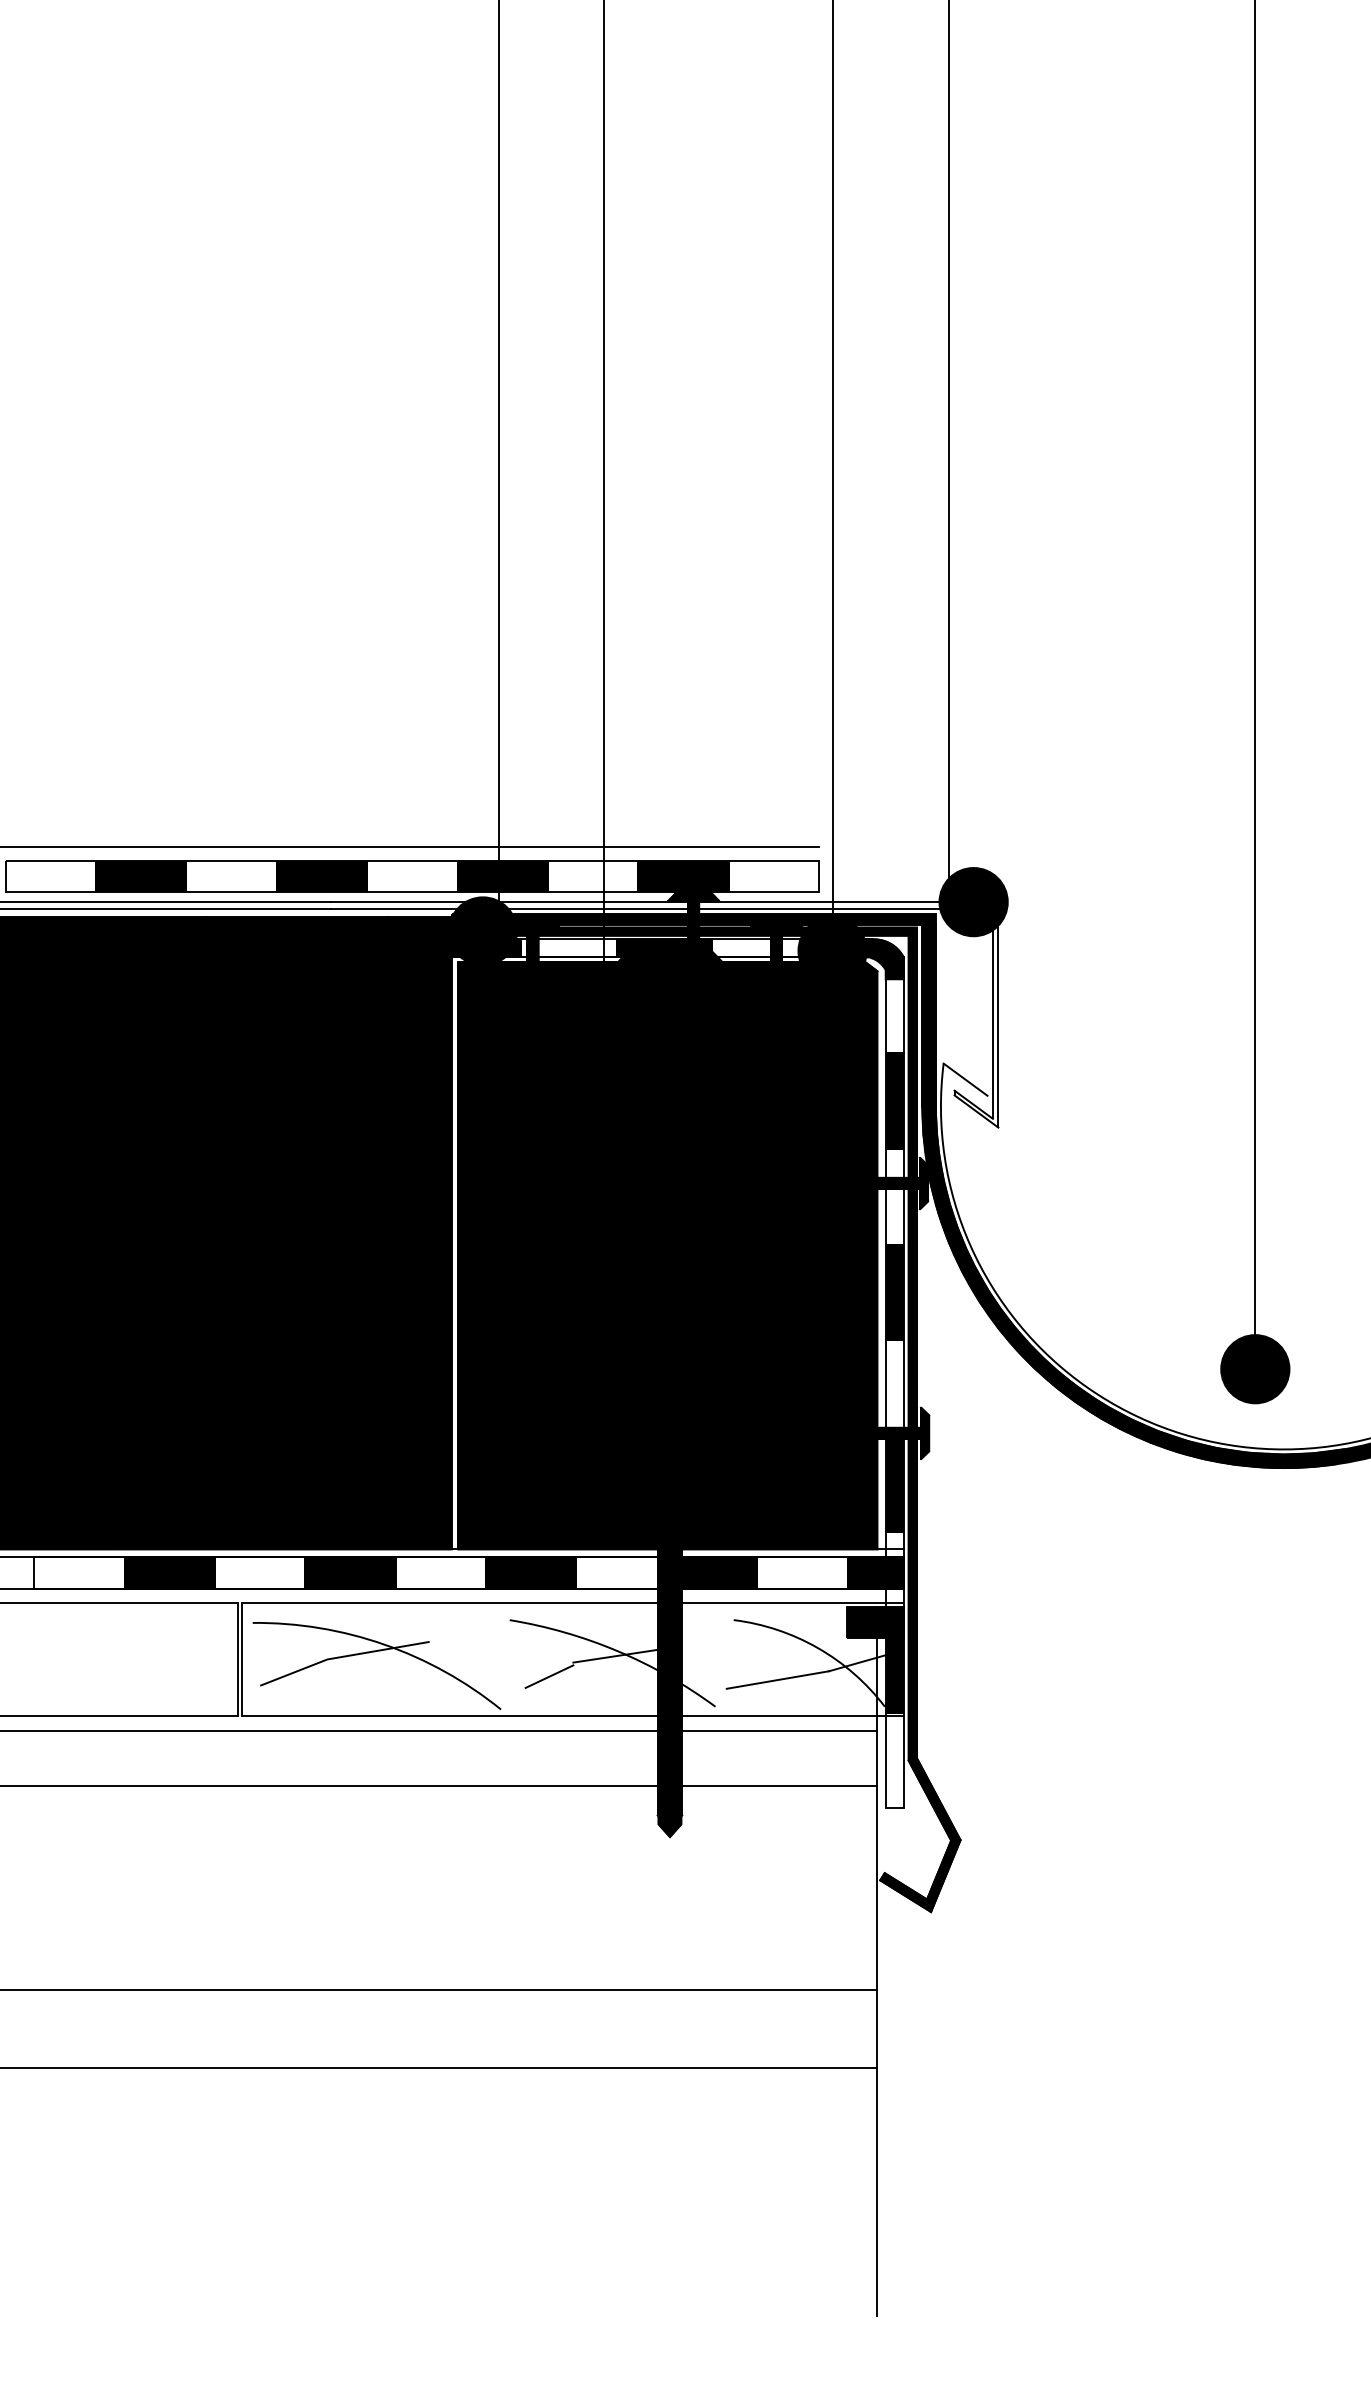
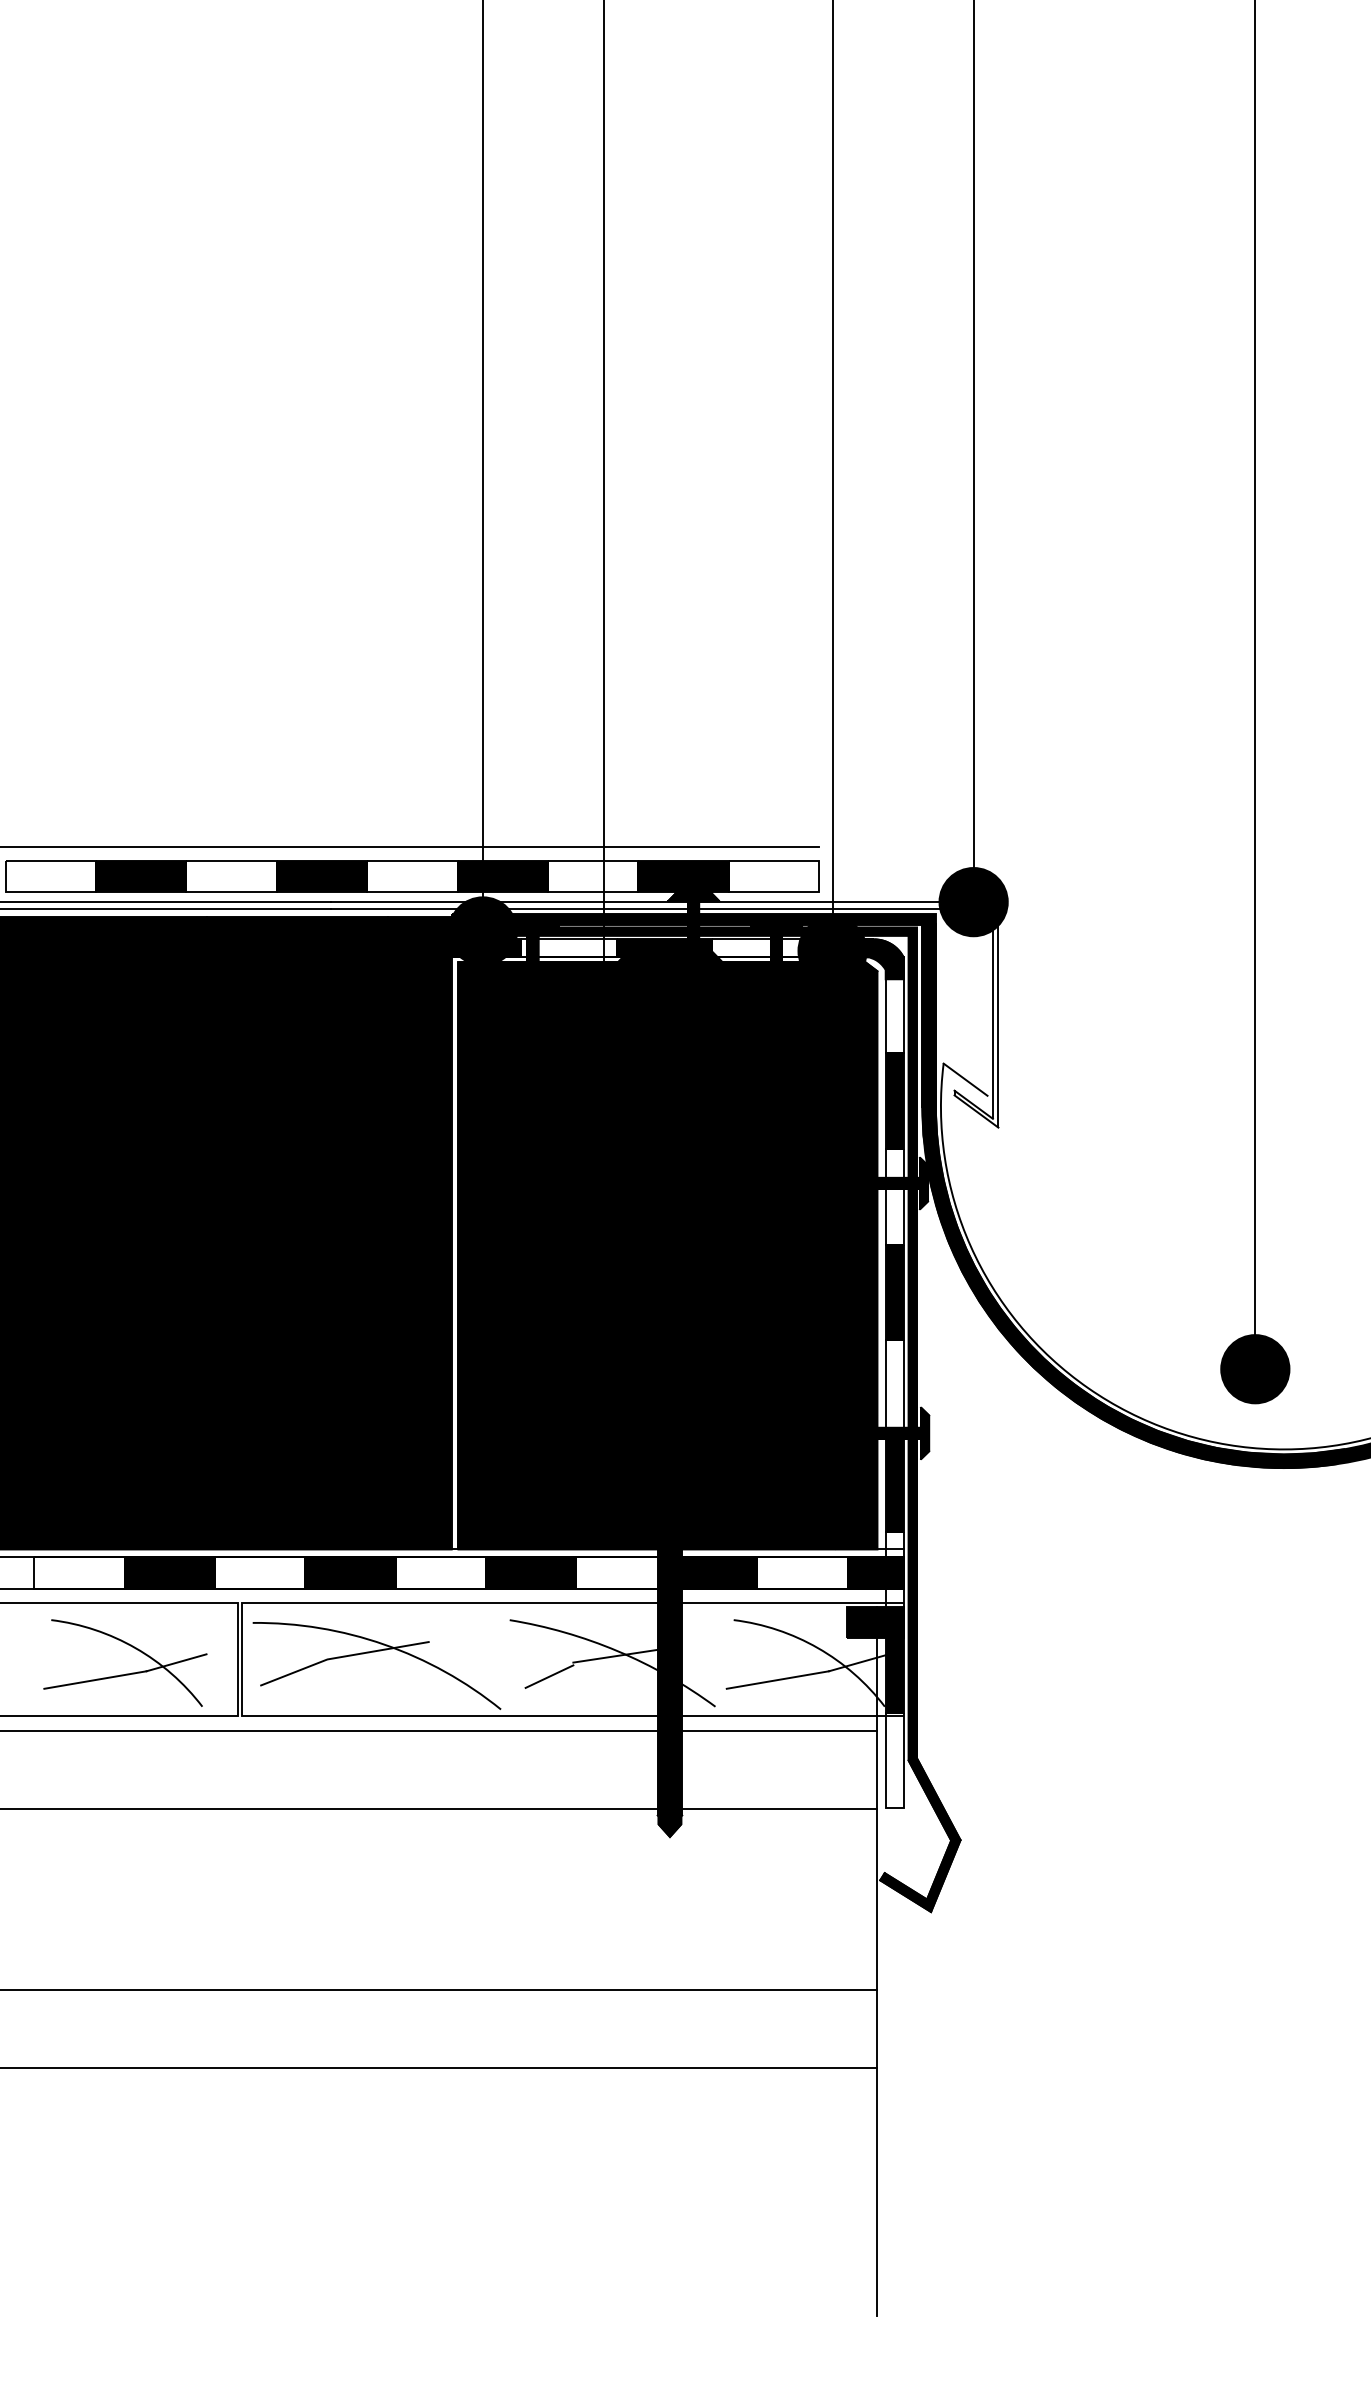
line at (498, 459) position: (498, 459) -> (482, 459)
line at (948, 463) position: (948, 463) -> (973, 463)
part at (126, 1673): none -> present
line at (439, 1786) position: (439, 1786) -> (439, 1809)
